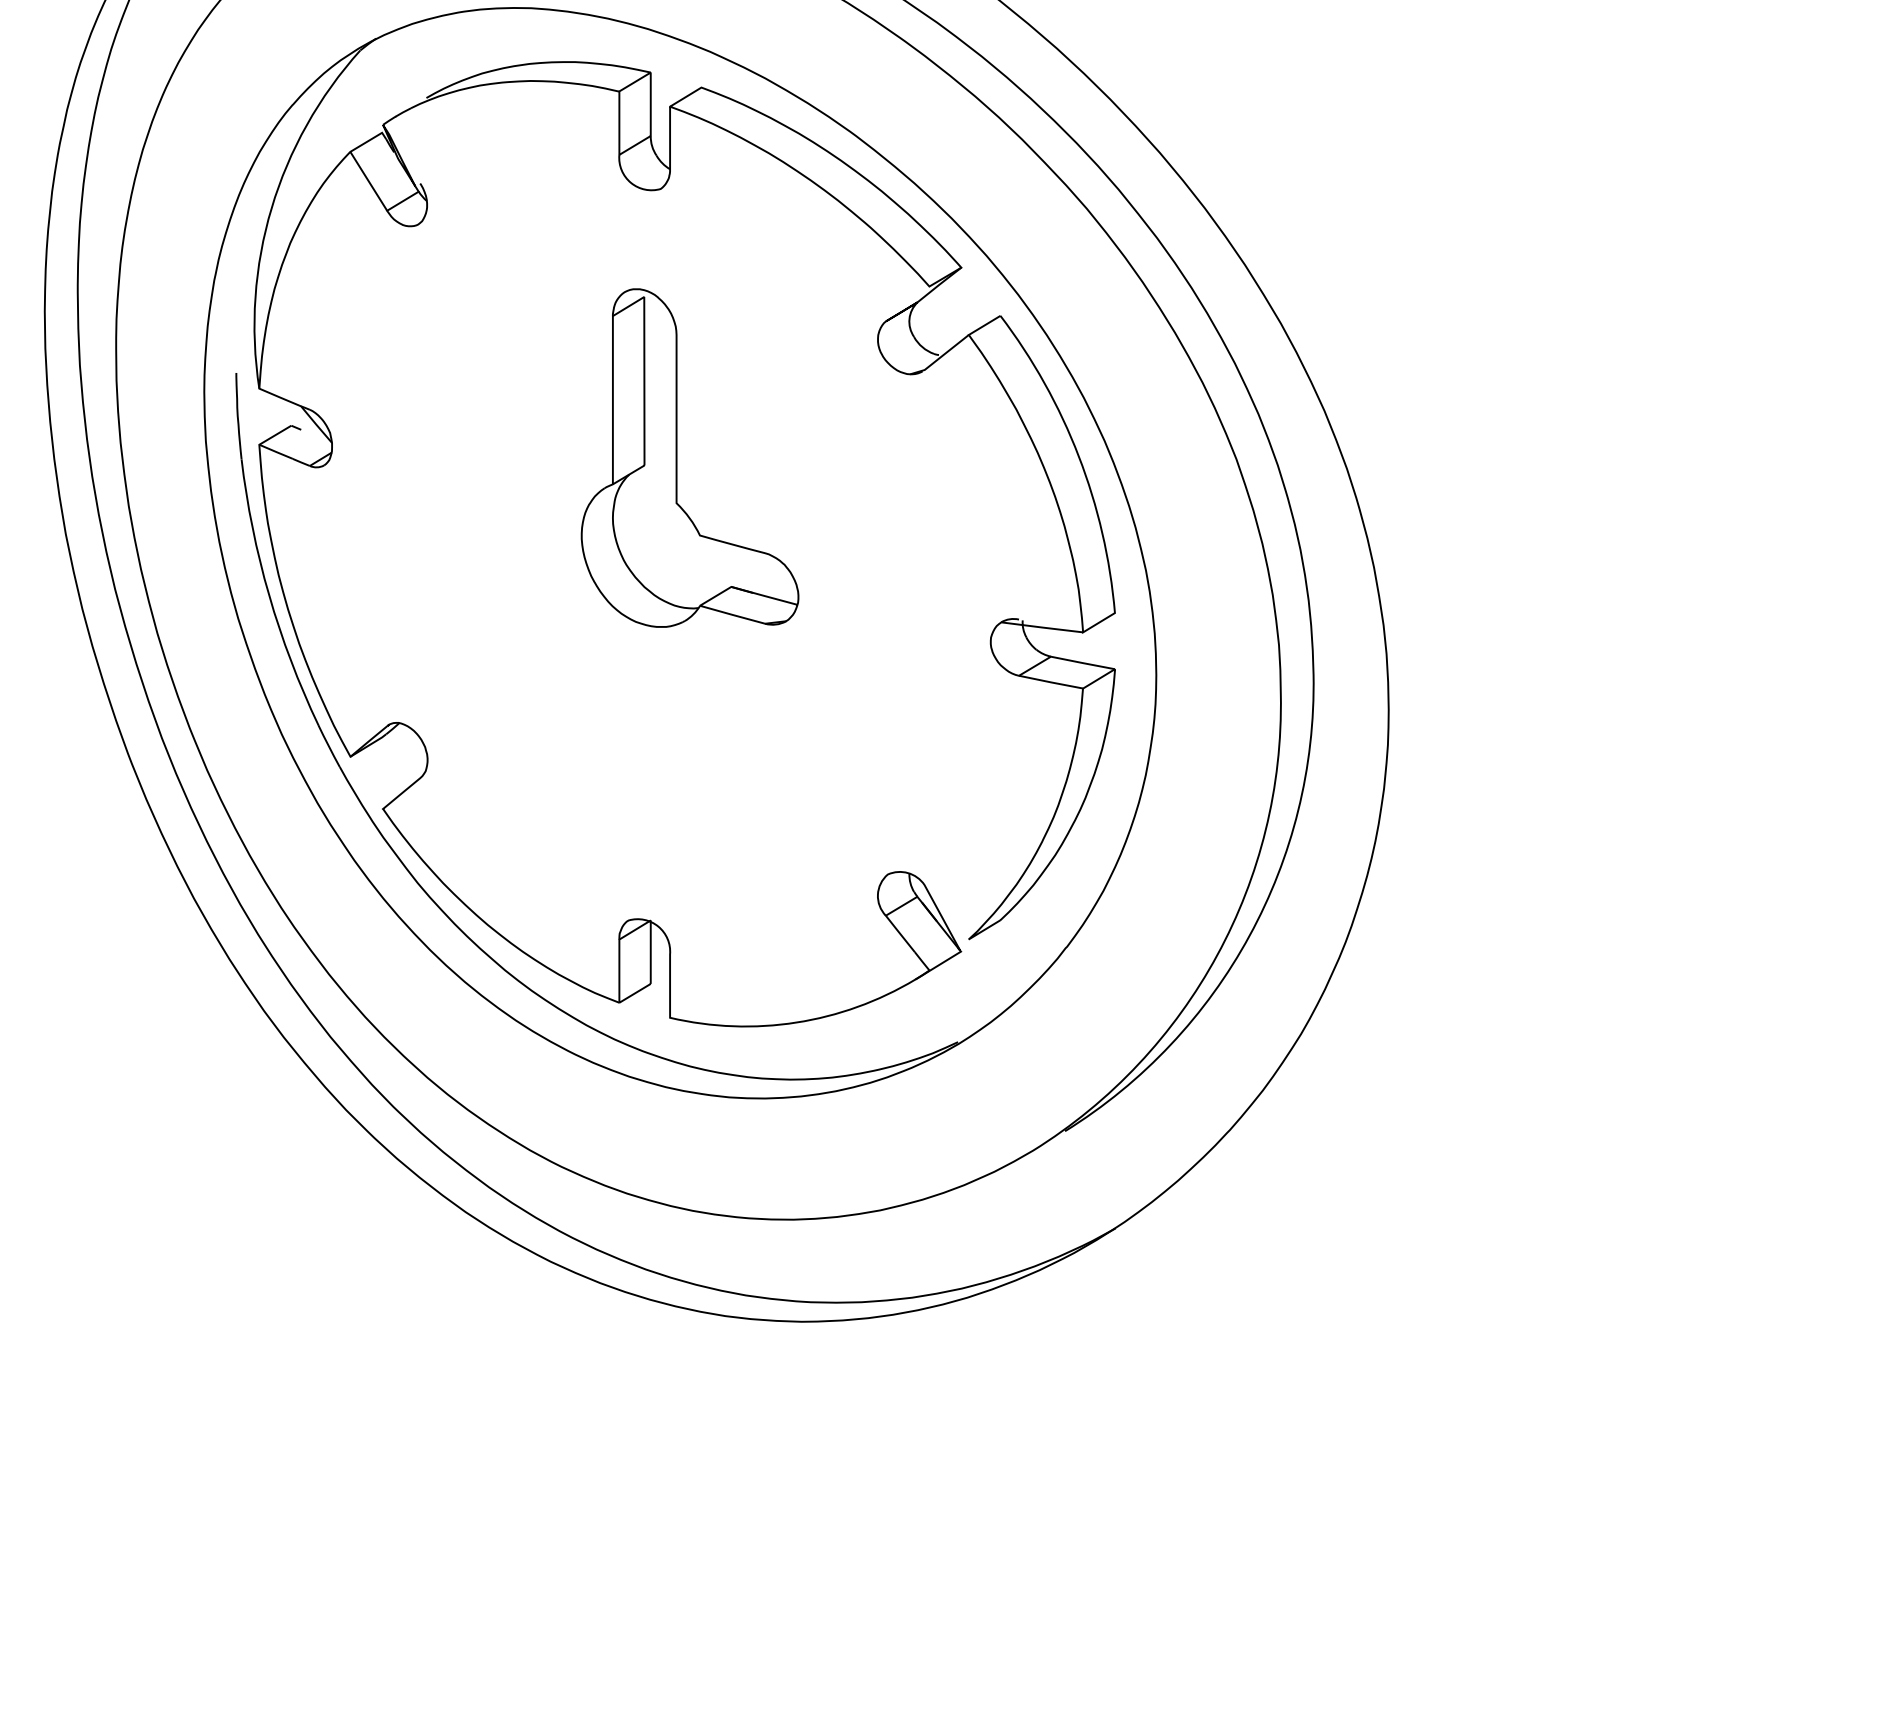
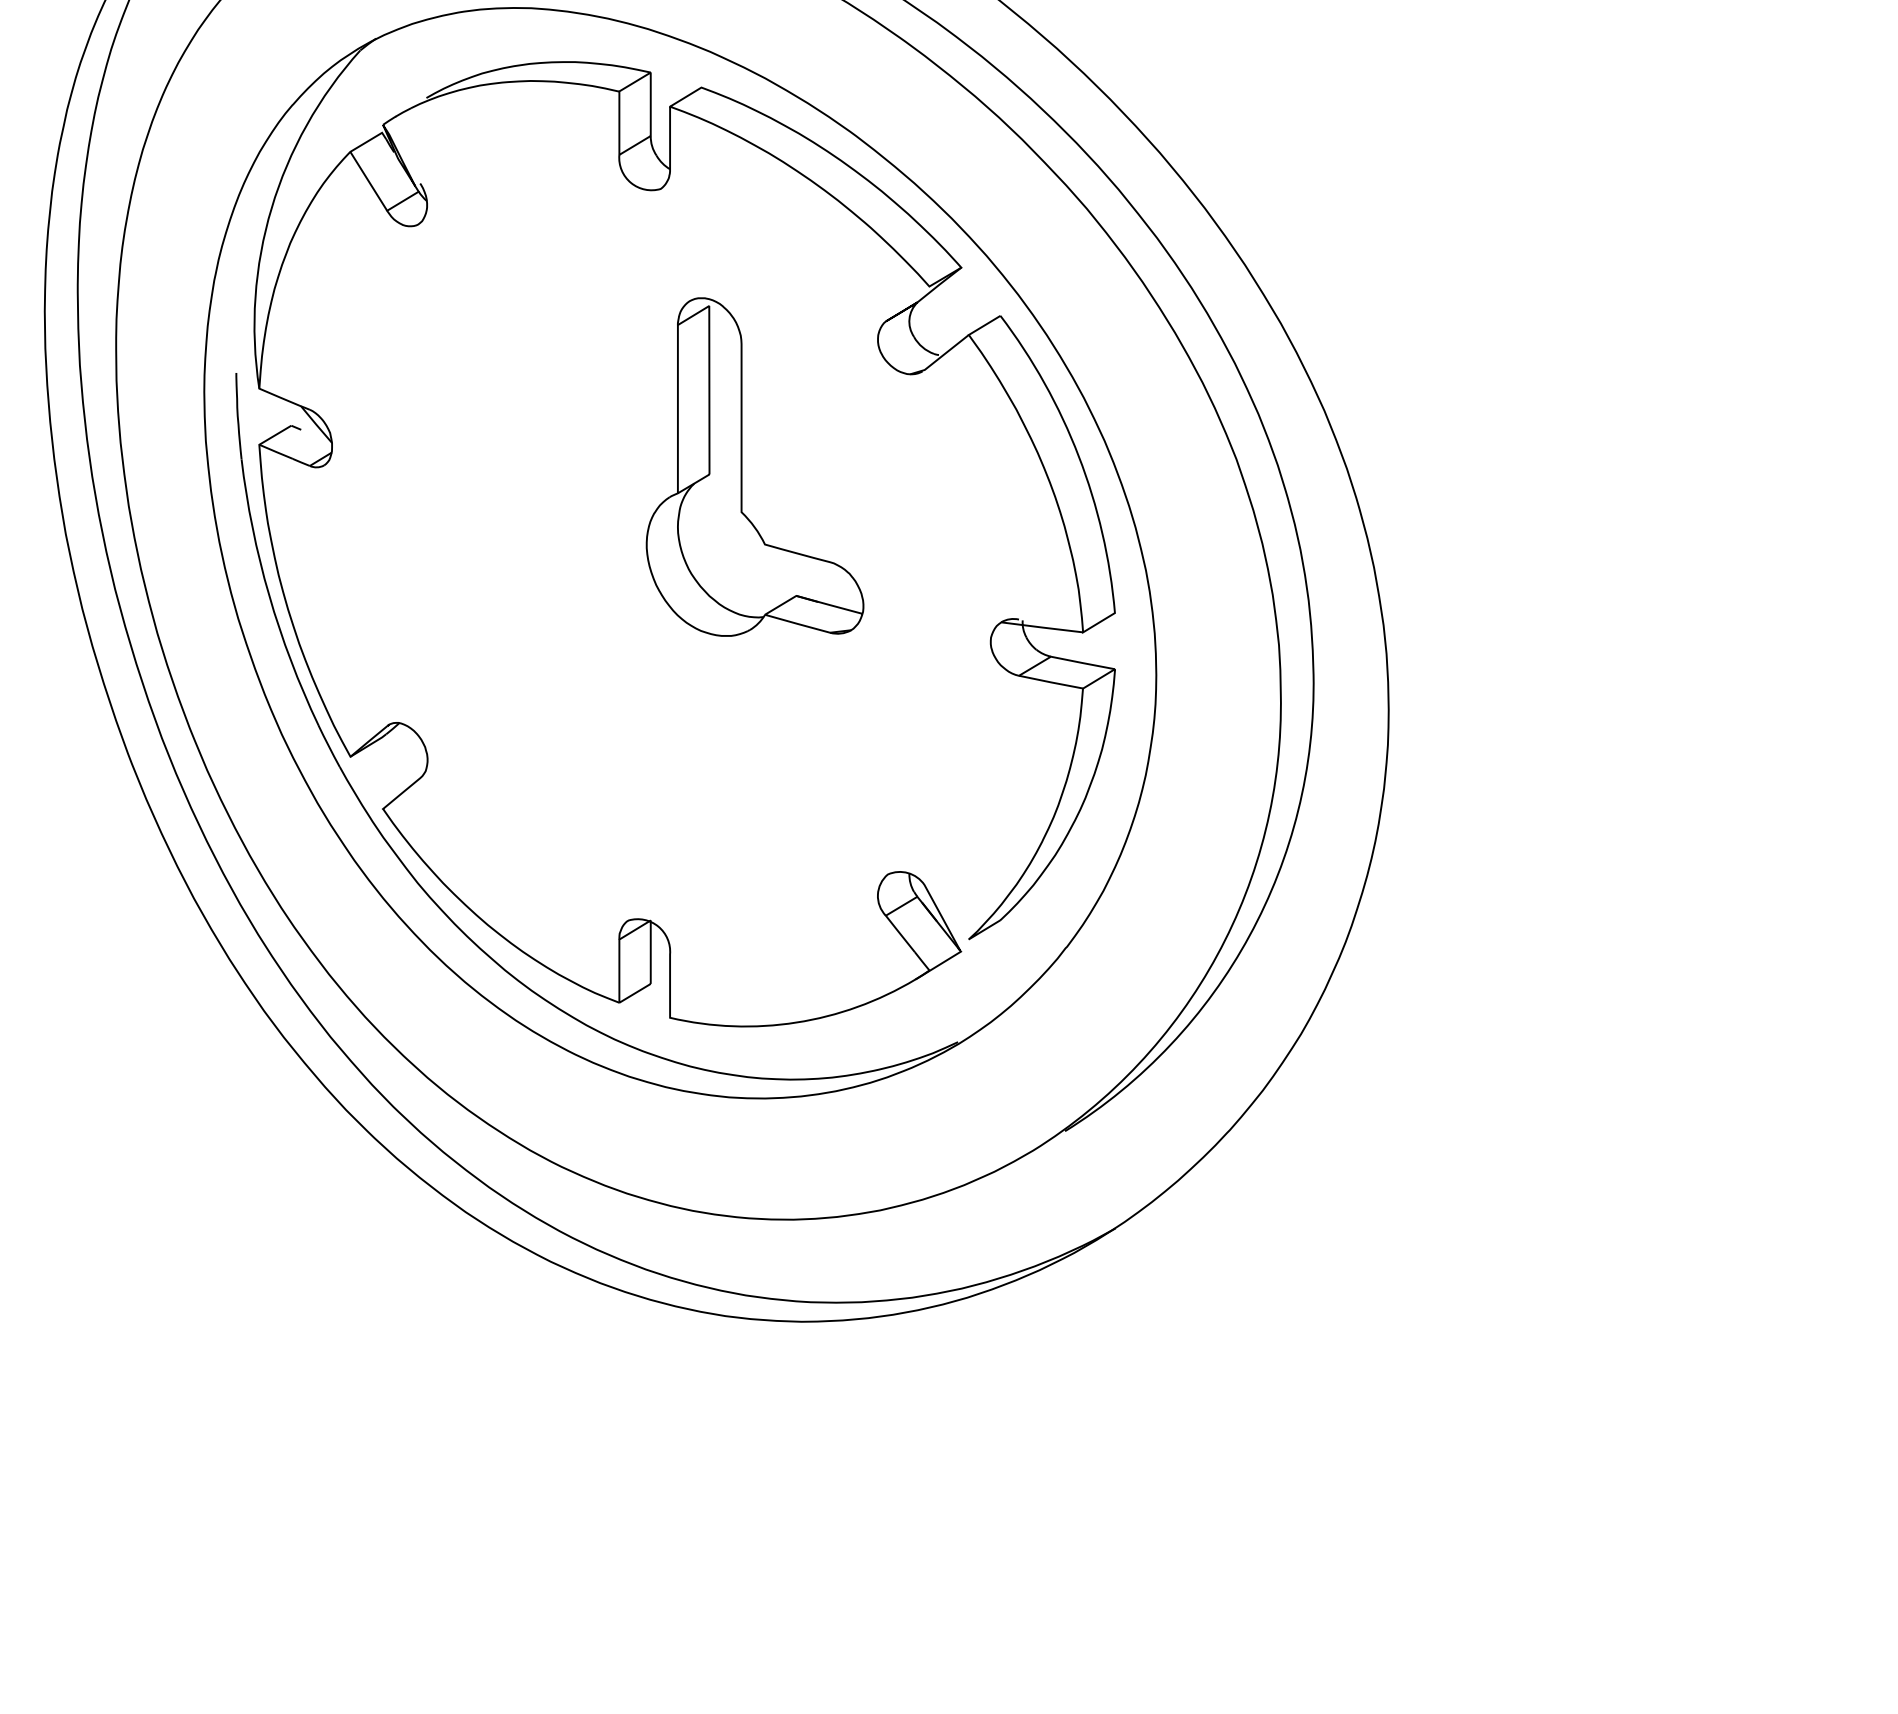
part at (677, 457) position: (677, 457) -> (742, 466)
